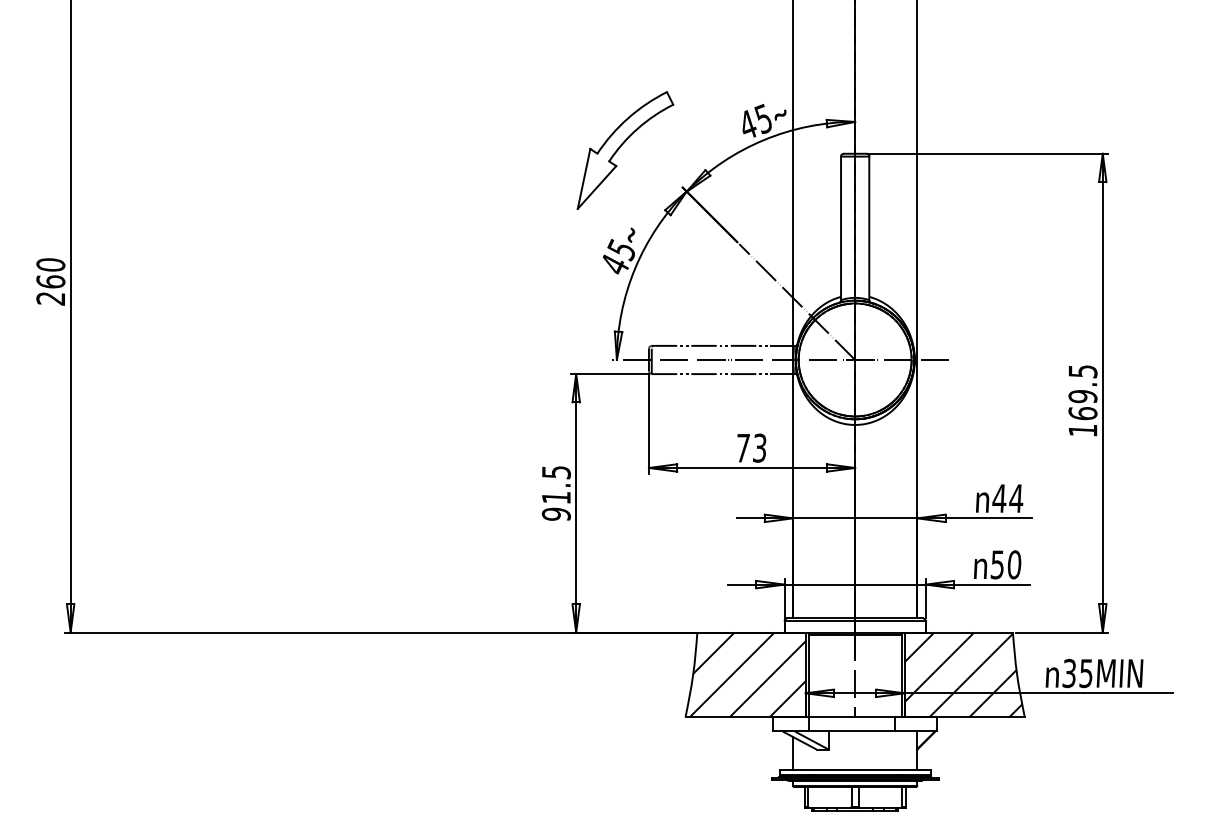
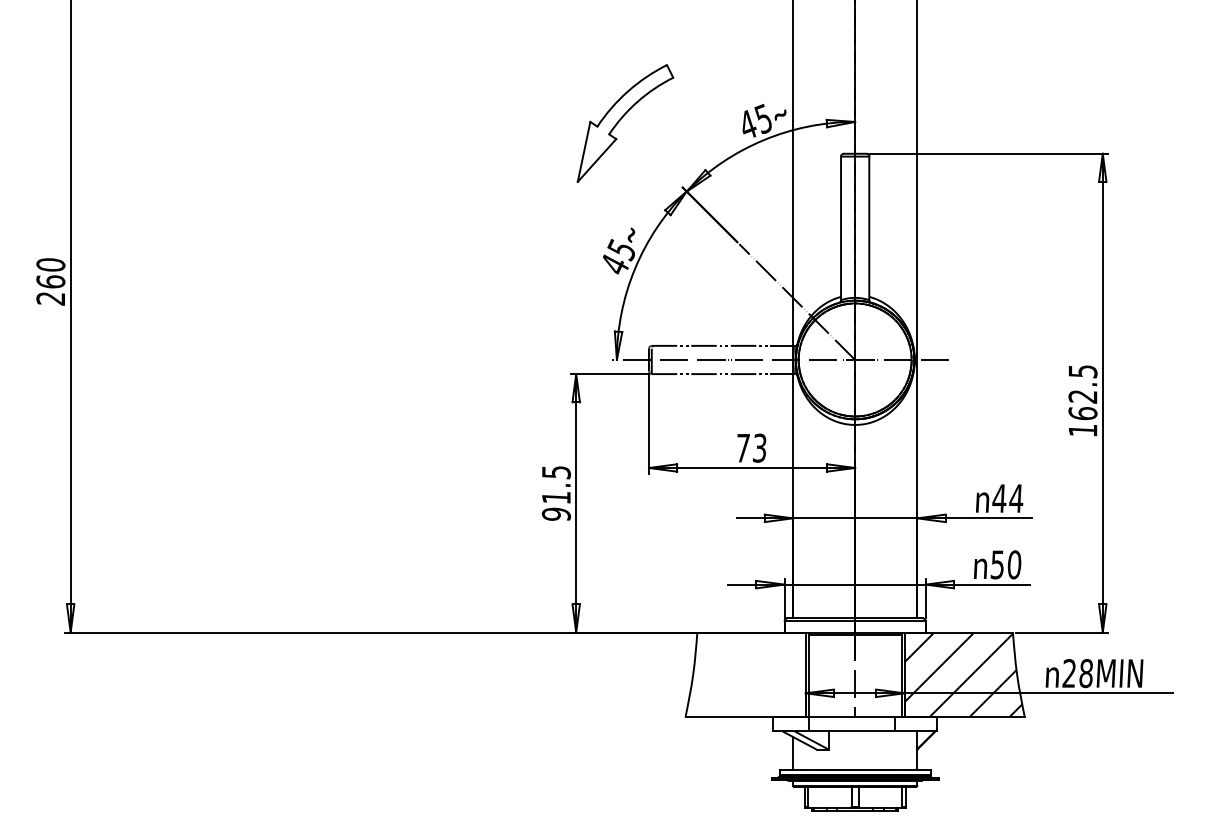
part at (625, 150) position: (625, 150) -> (625, 123)
text at (1082, 396): 169.5 -> 162.5
text at (1077, 673): 35 -> 28
hatch at (747, 674): present -> none
